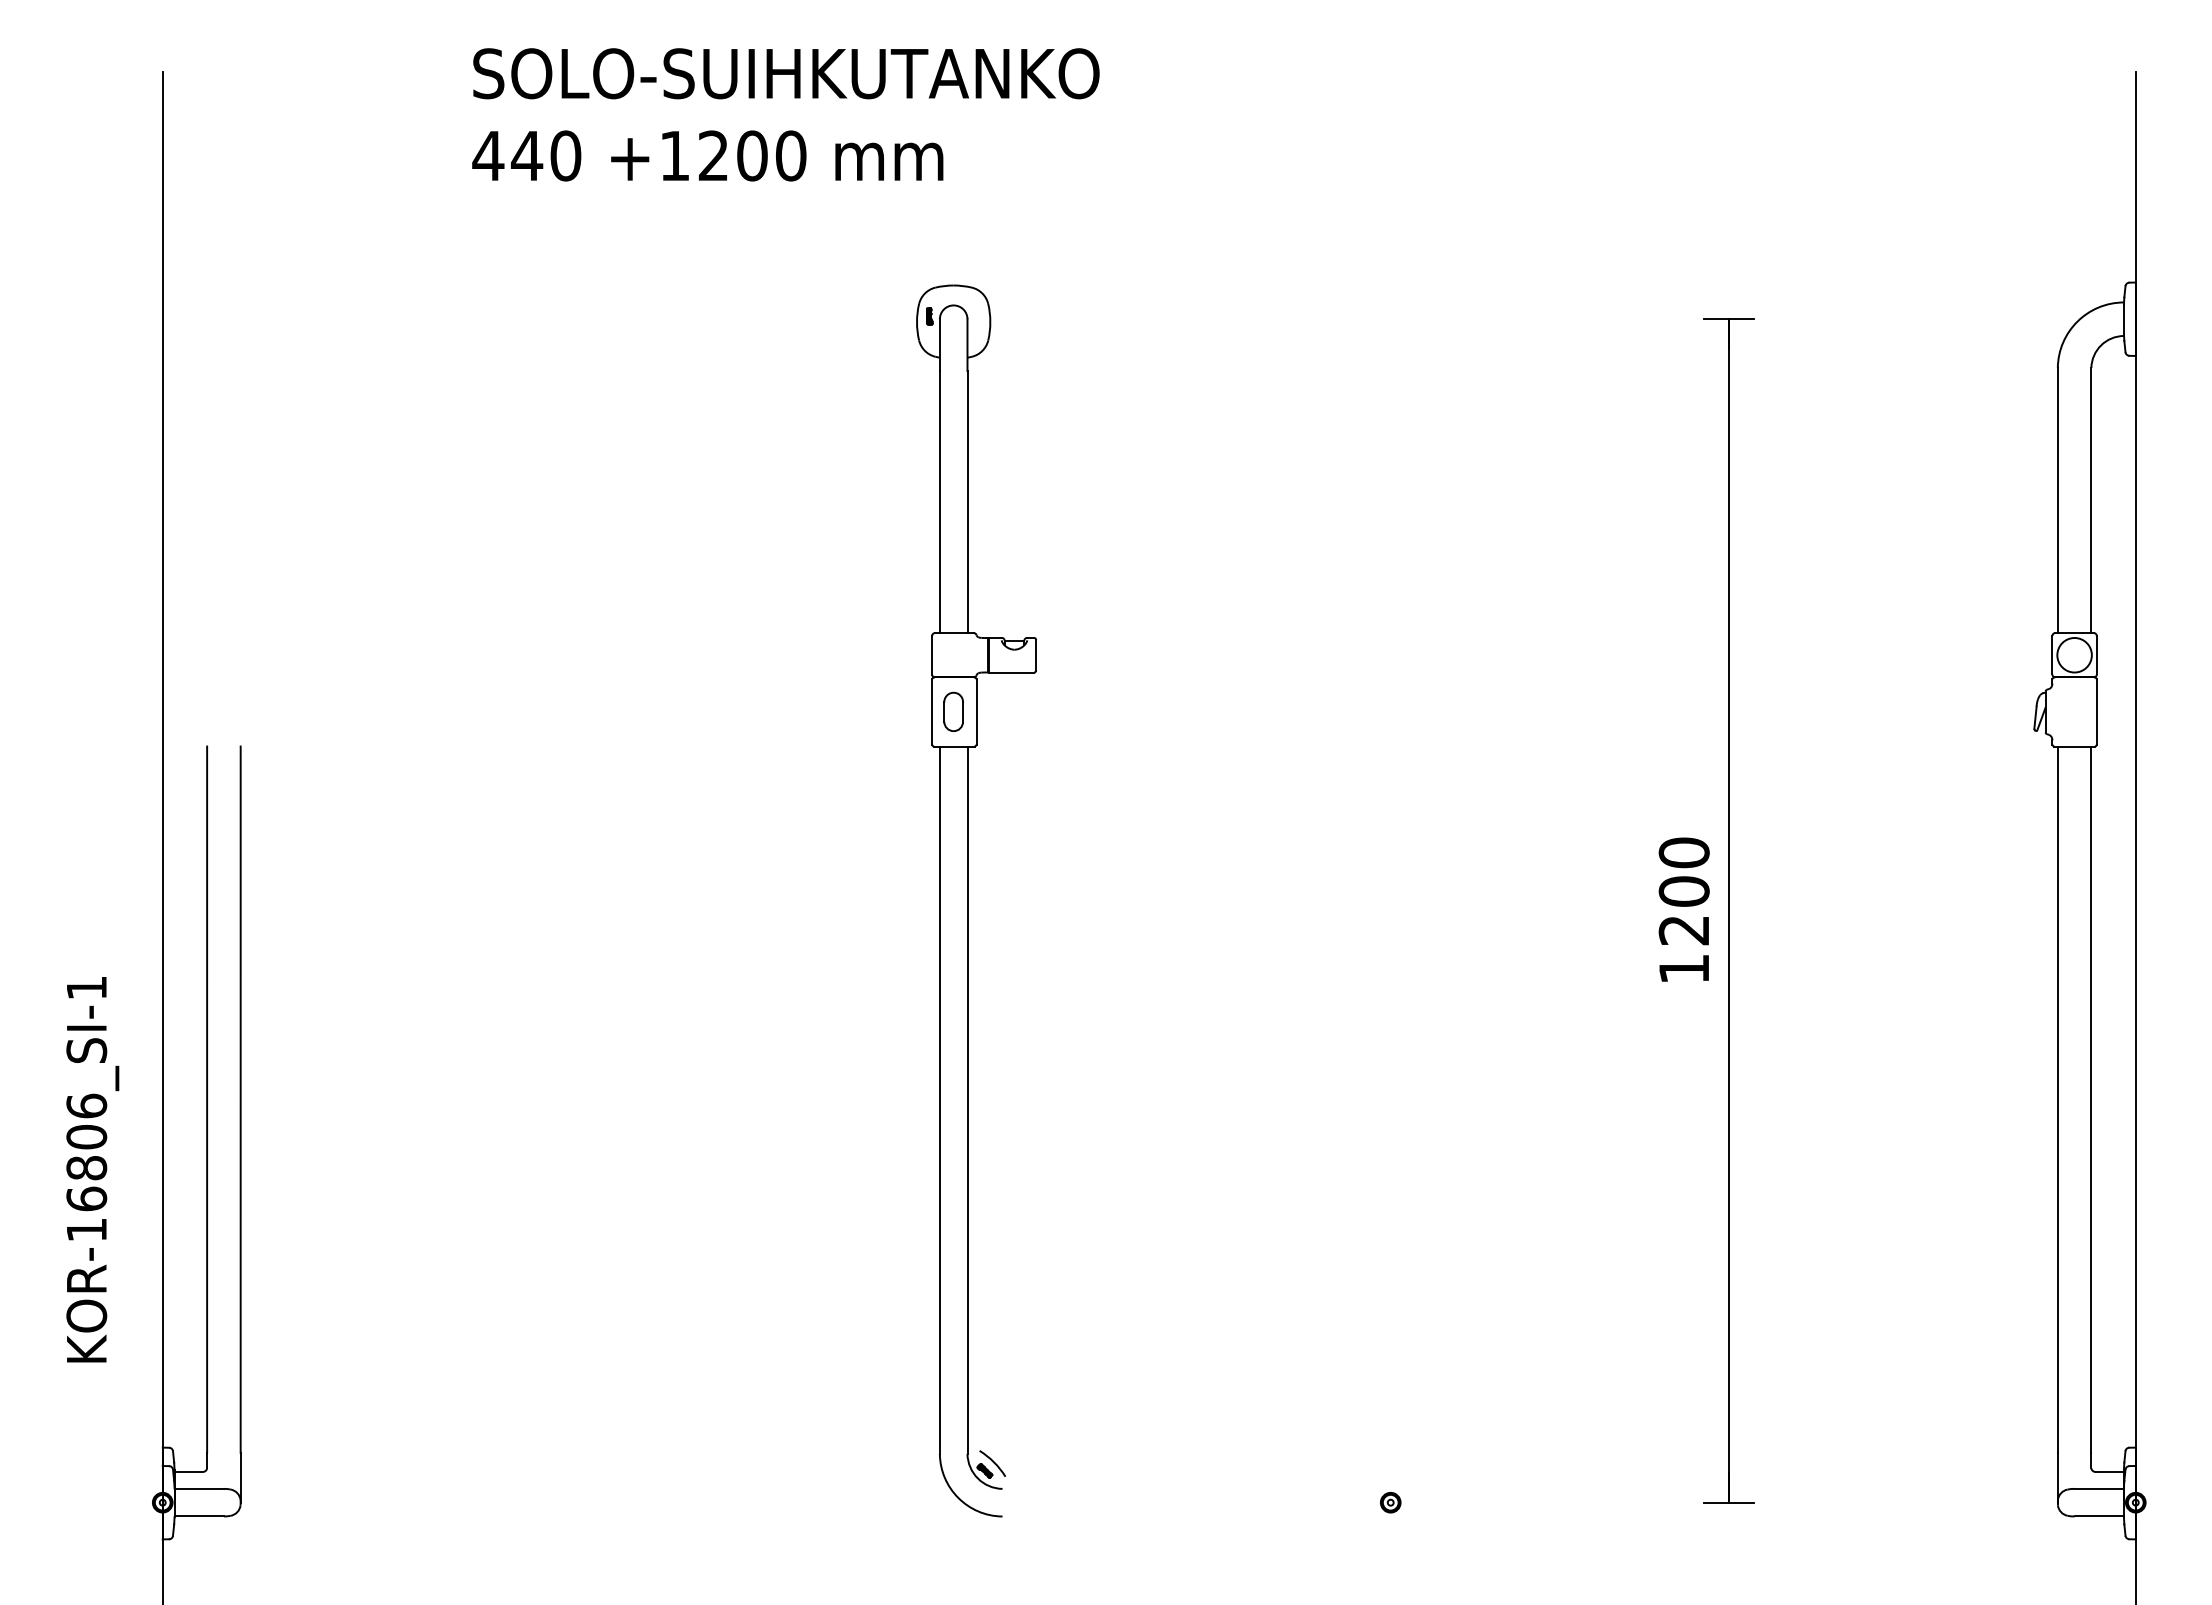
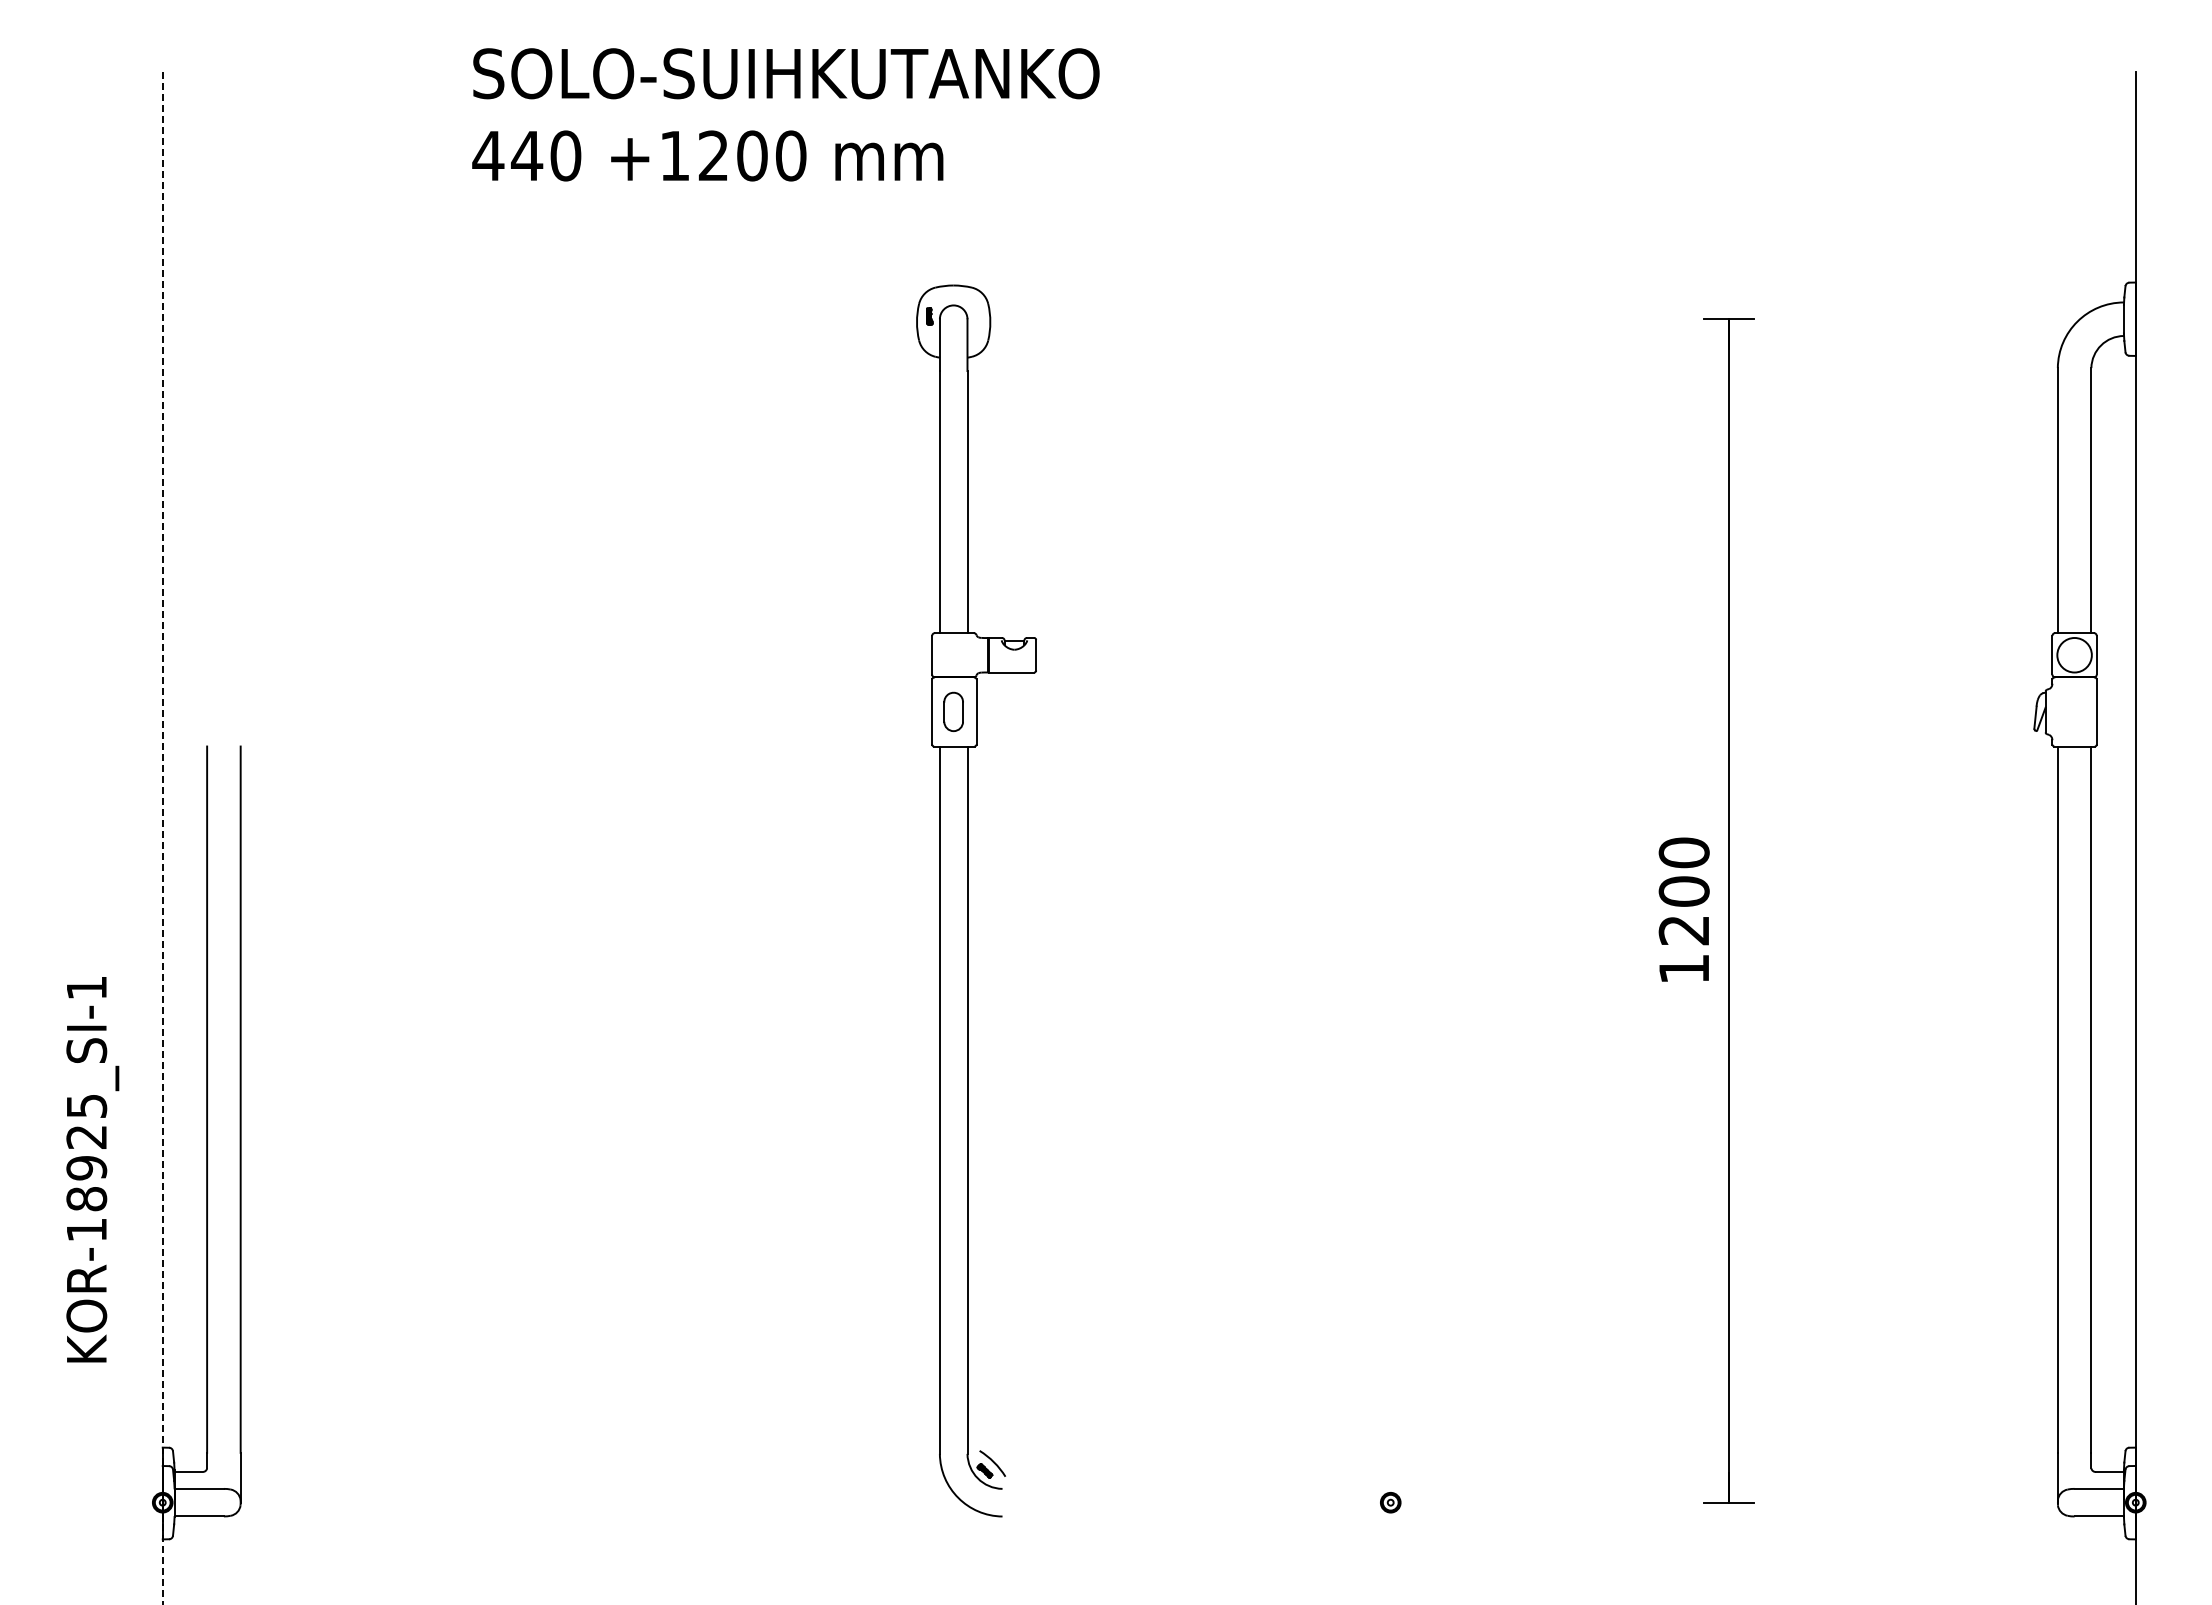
line at (162, 838): solid -> dashed
text at (86, 1152): KOR-16806_SI-1 -> KOR-18925_SI-1
